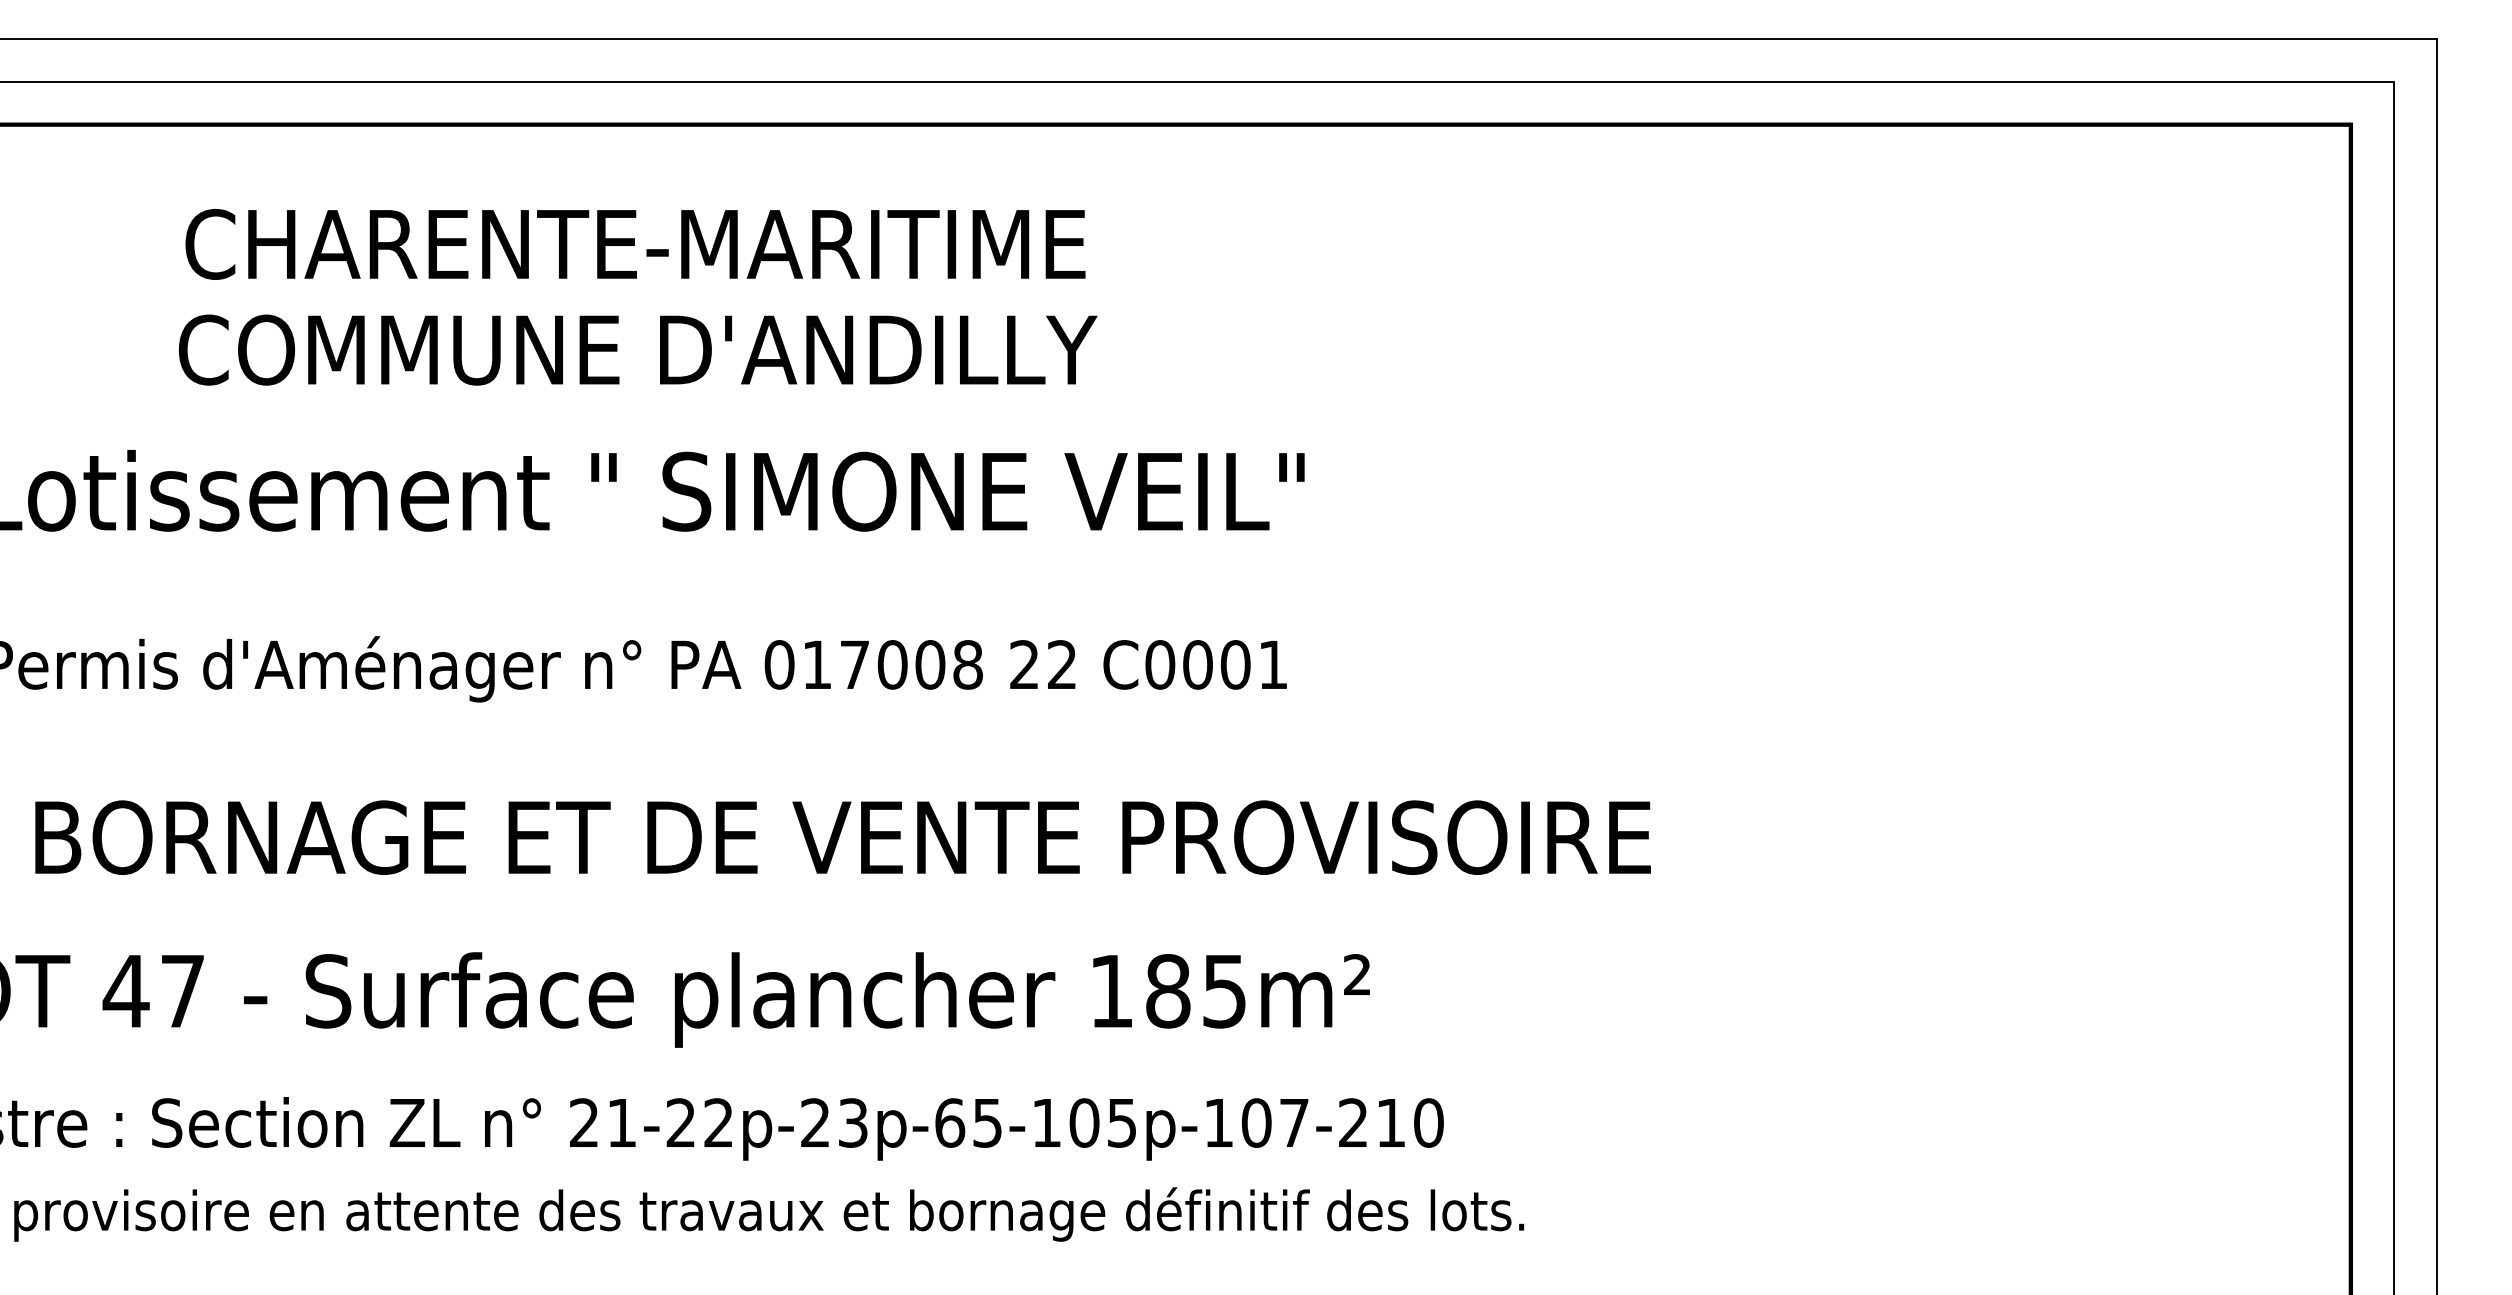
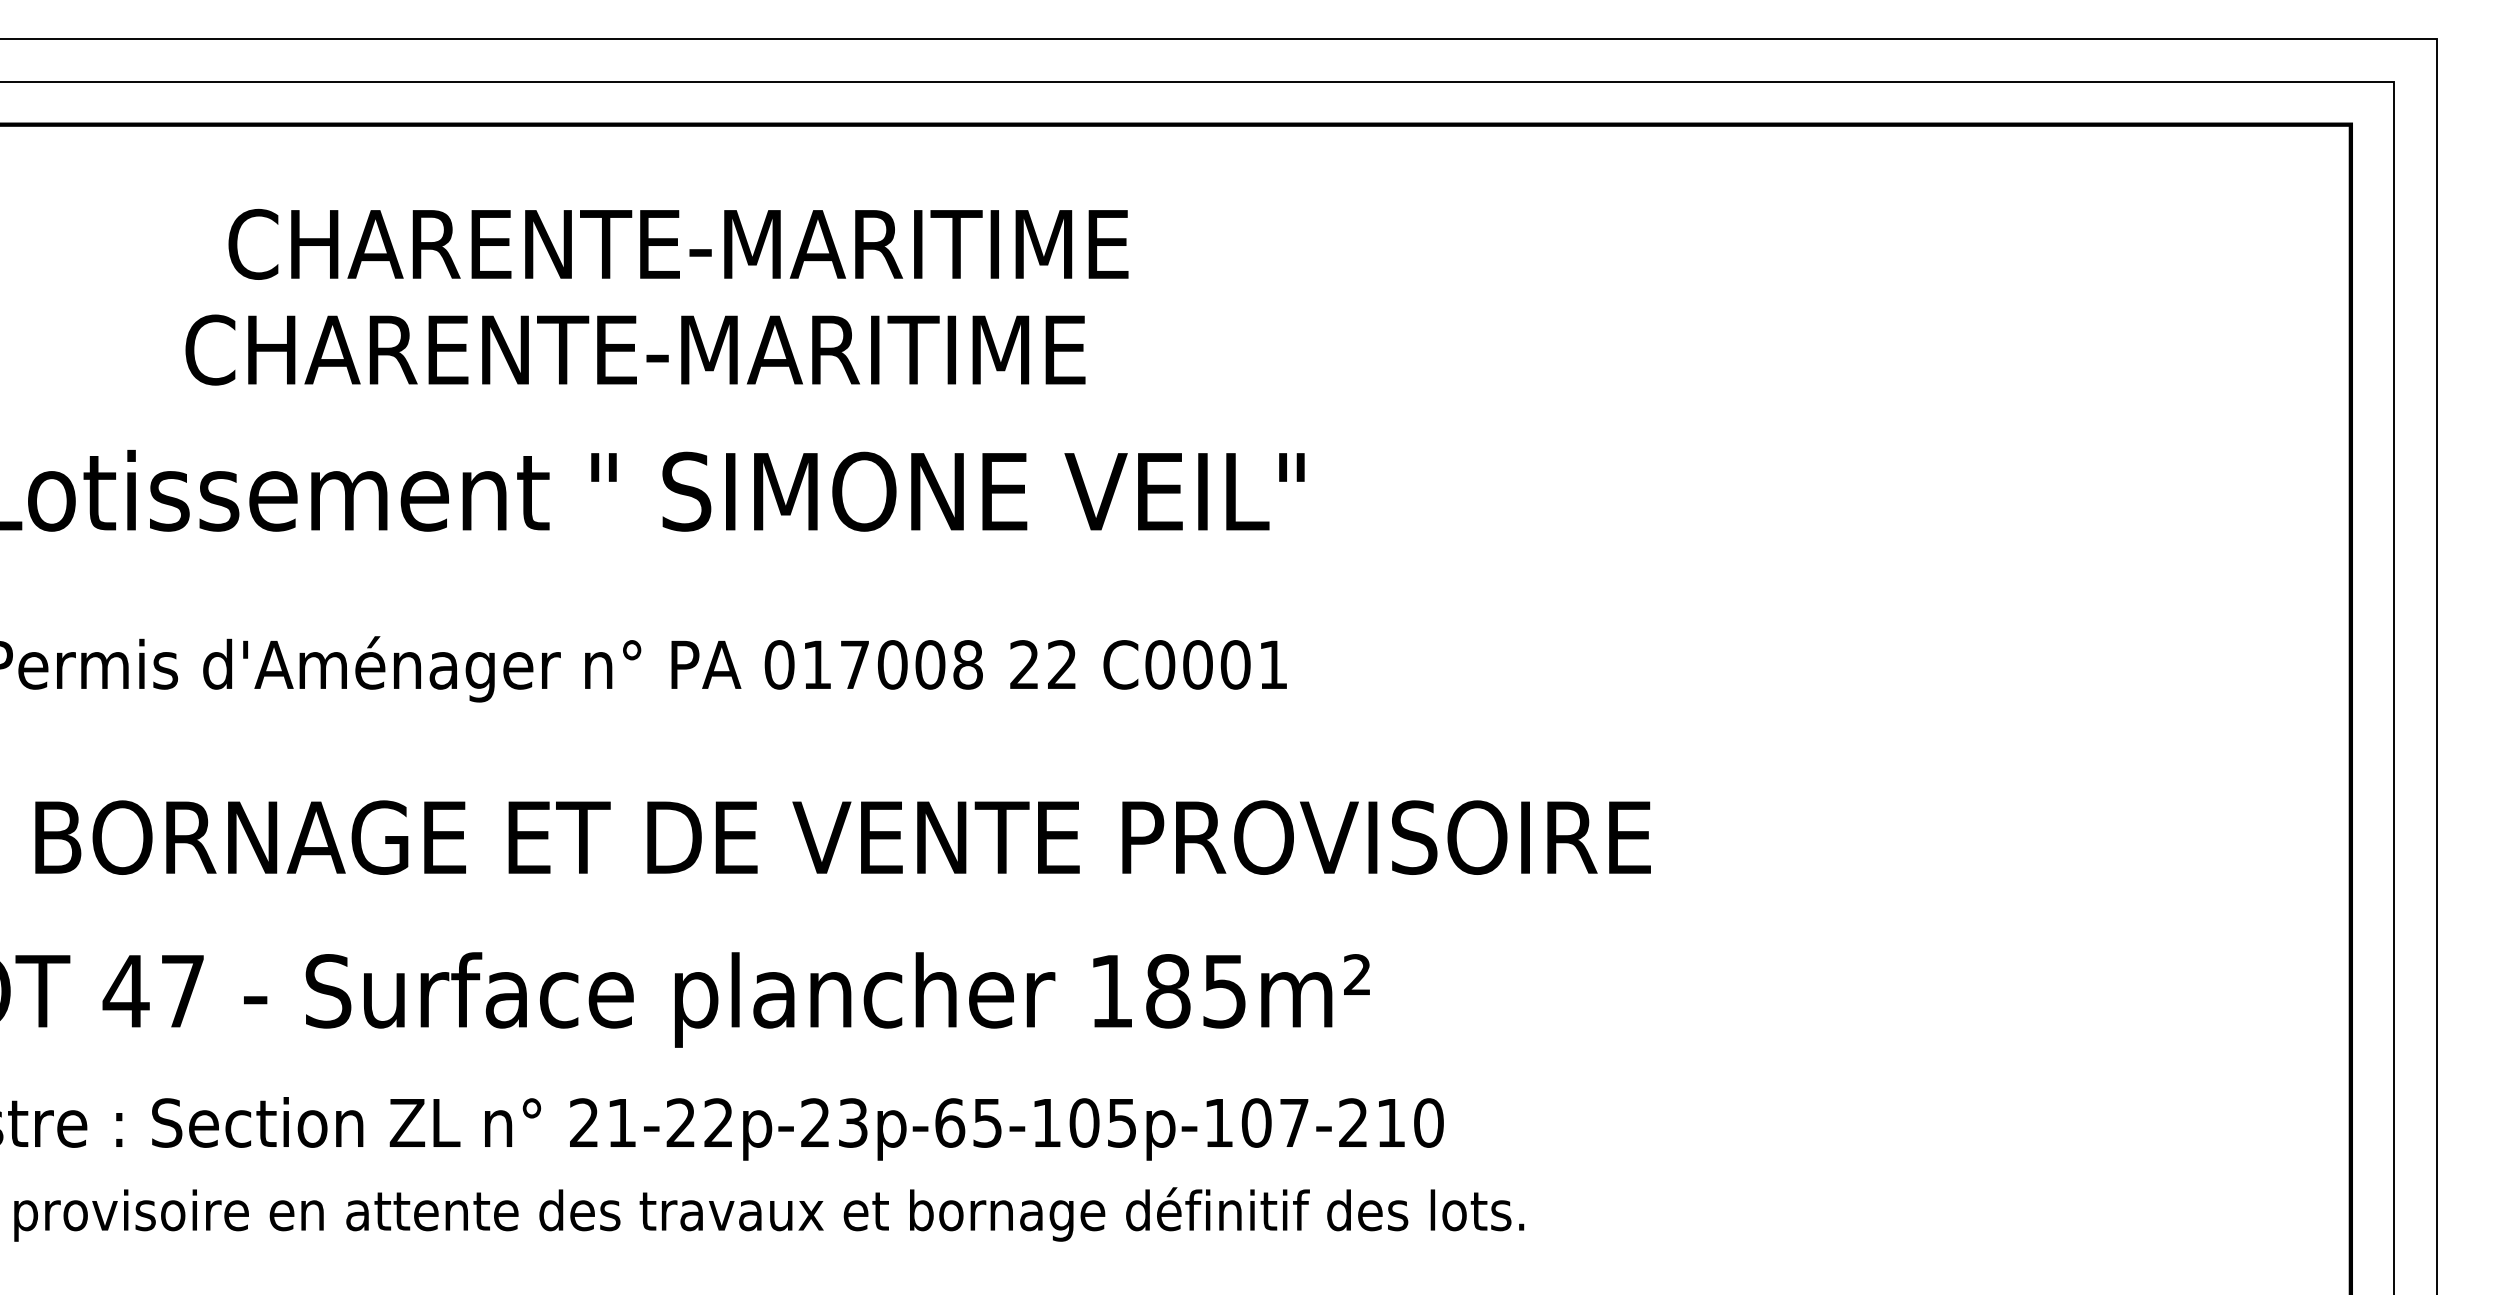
text at (635, 244) position: (635, 244) -> (678, 244)
text at (637, 349): COMMUNE D'ANDILLY -> CHARENTE-MARITIME
